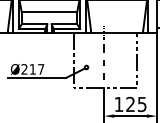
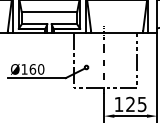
text at (32, 69): Ø217 -> Ø160
